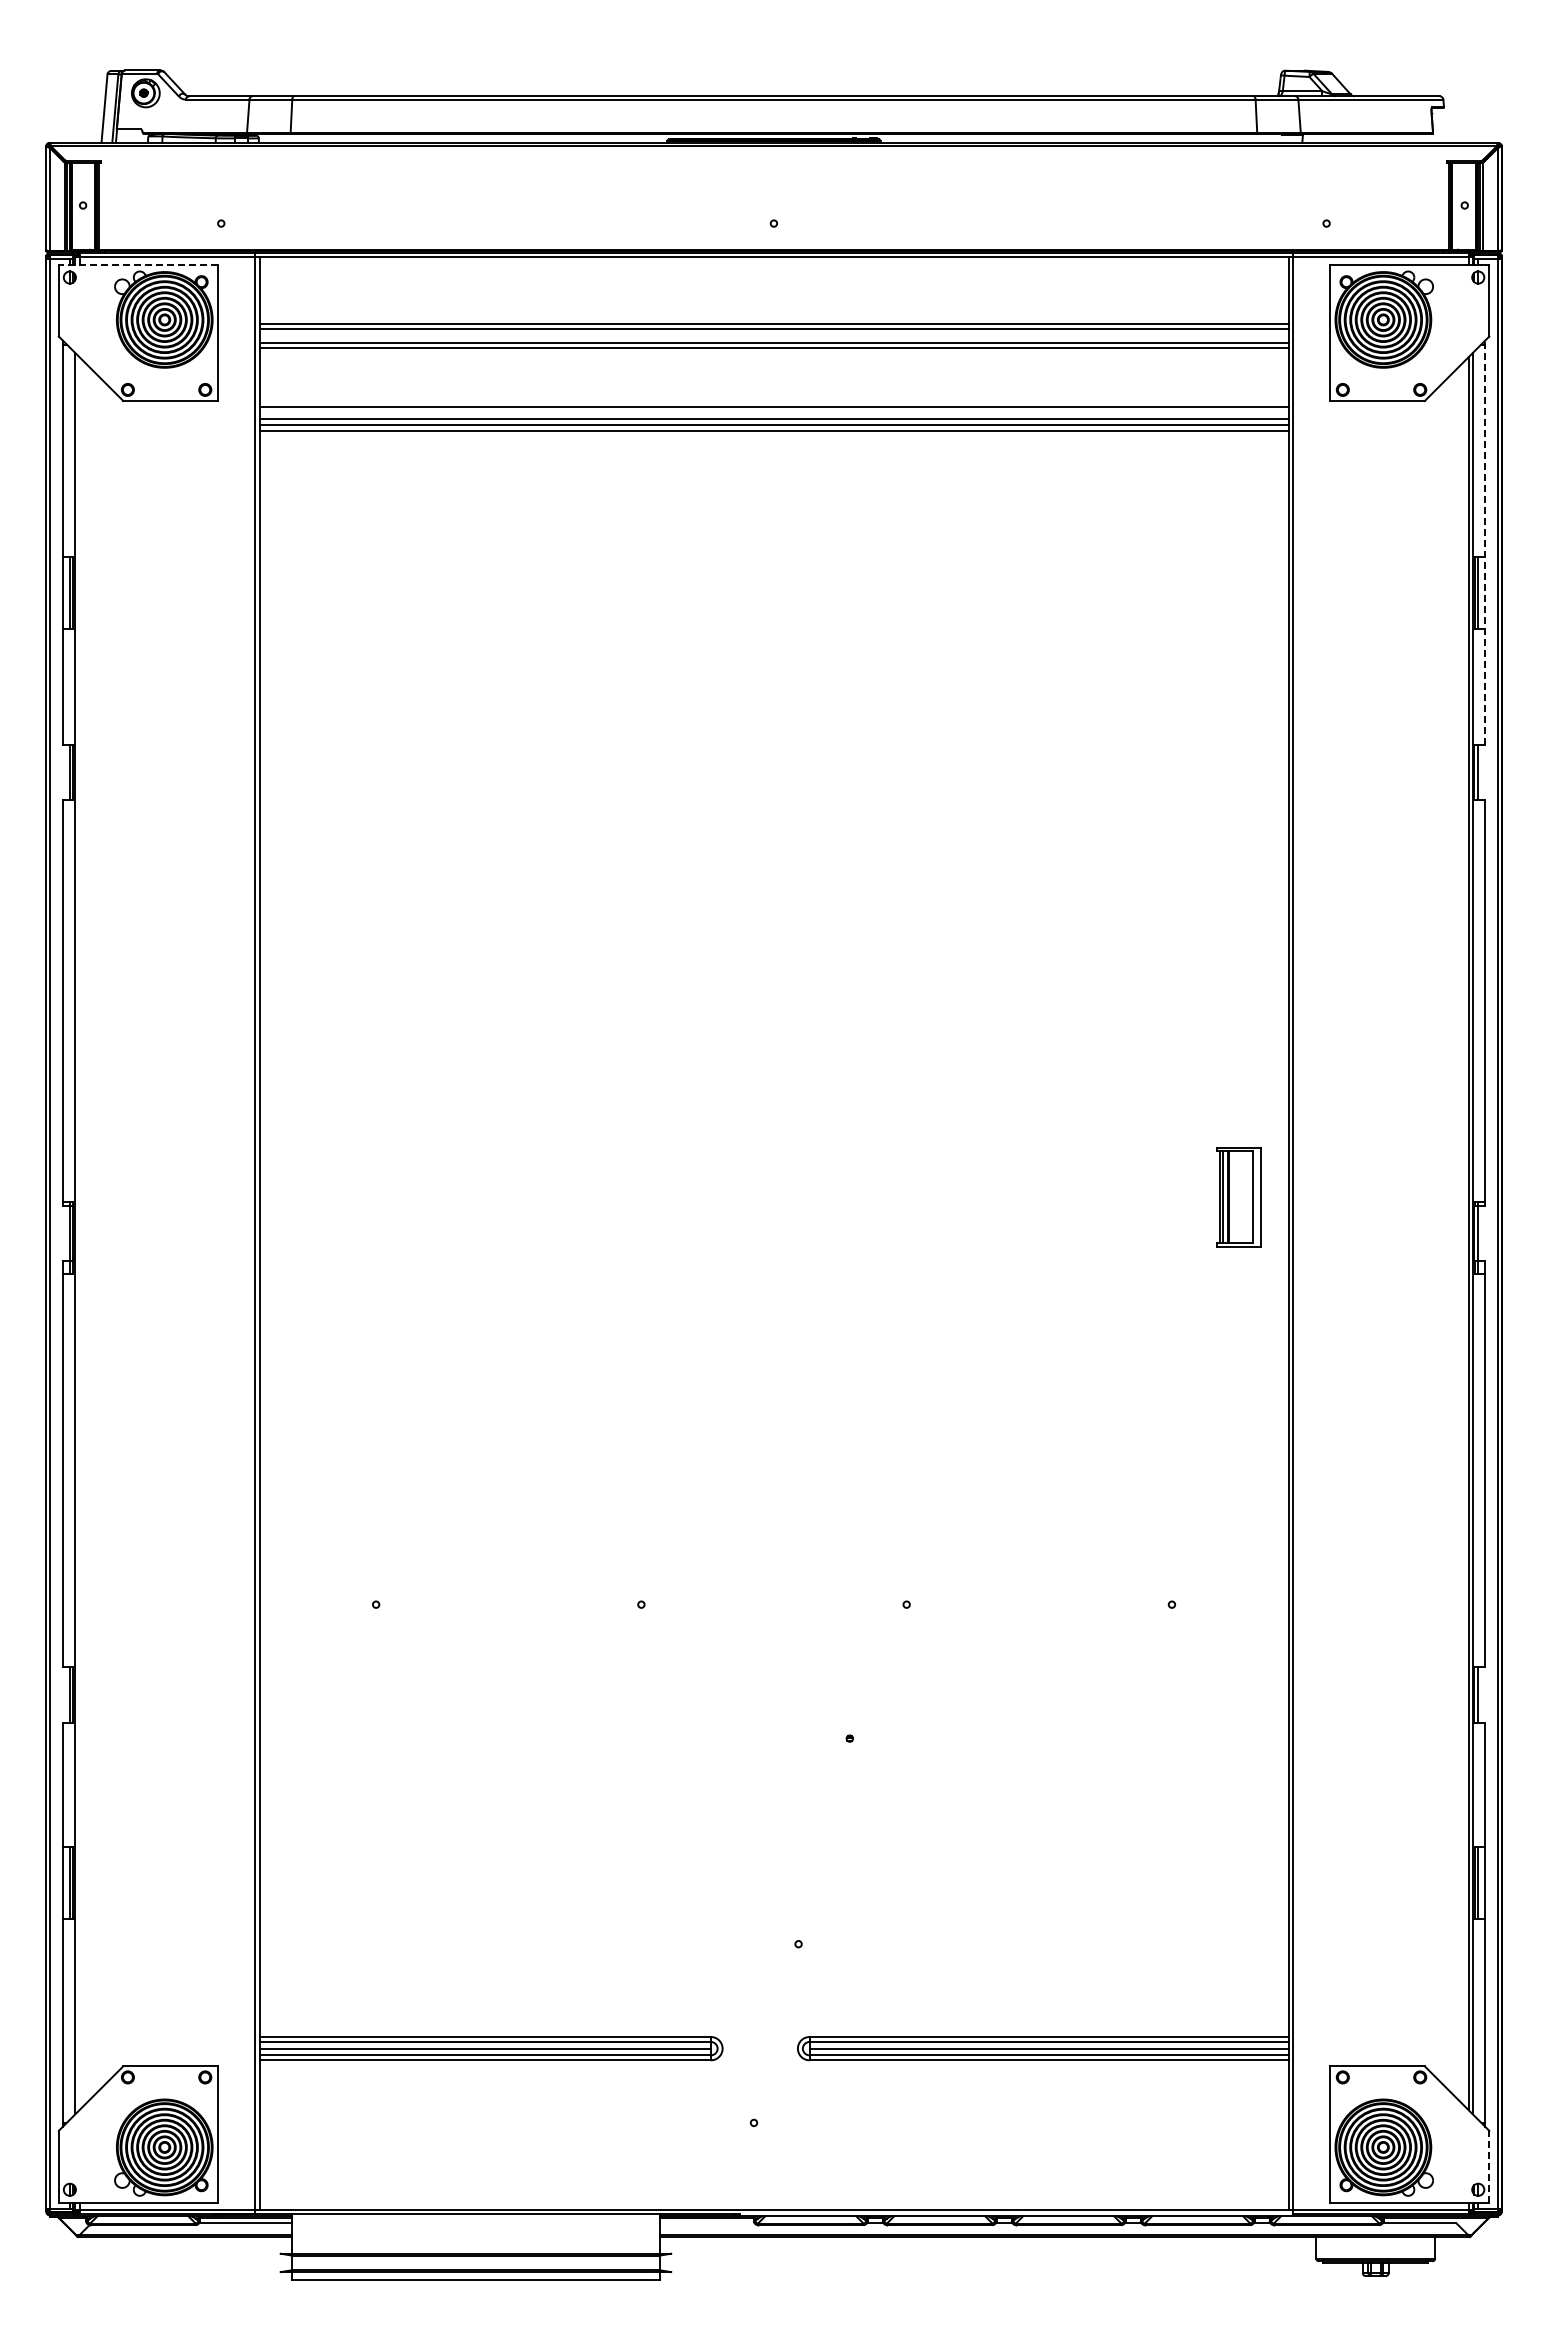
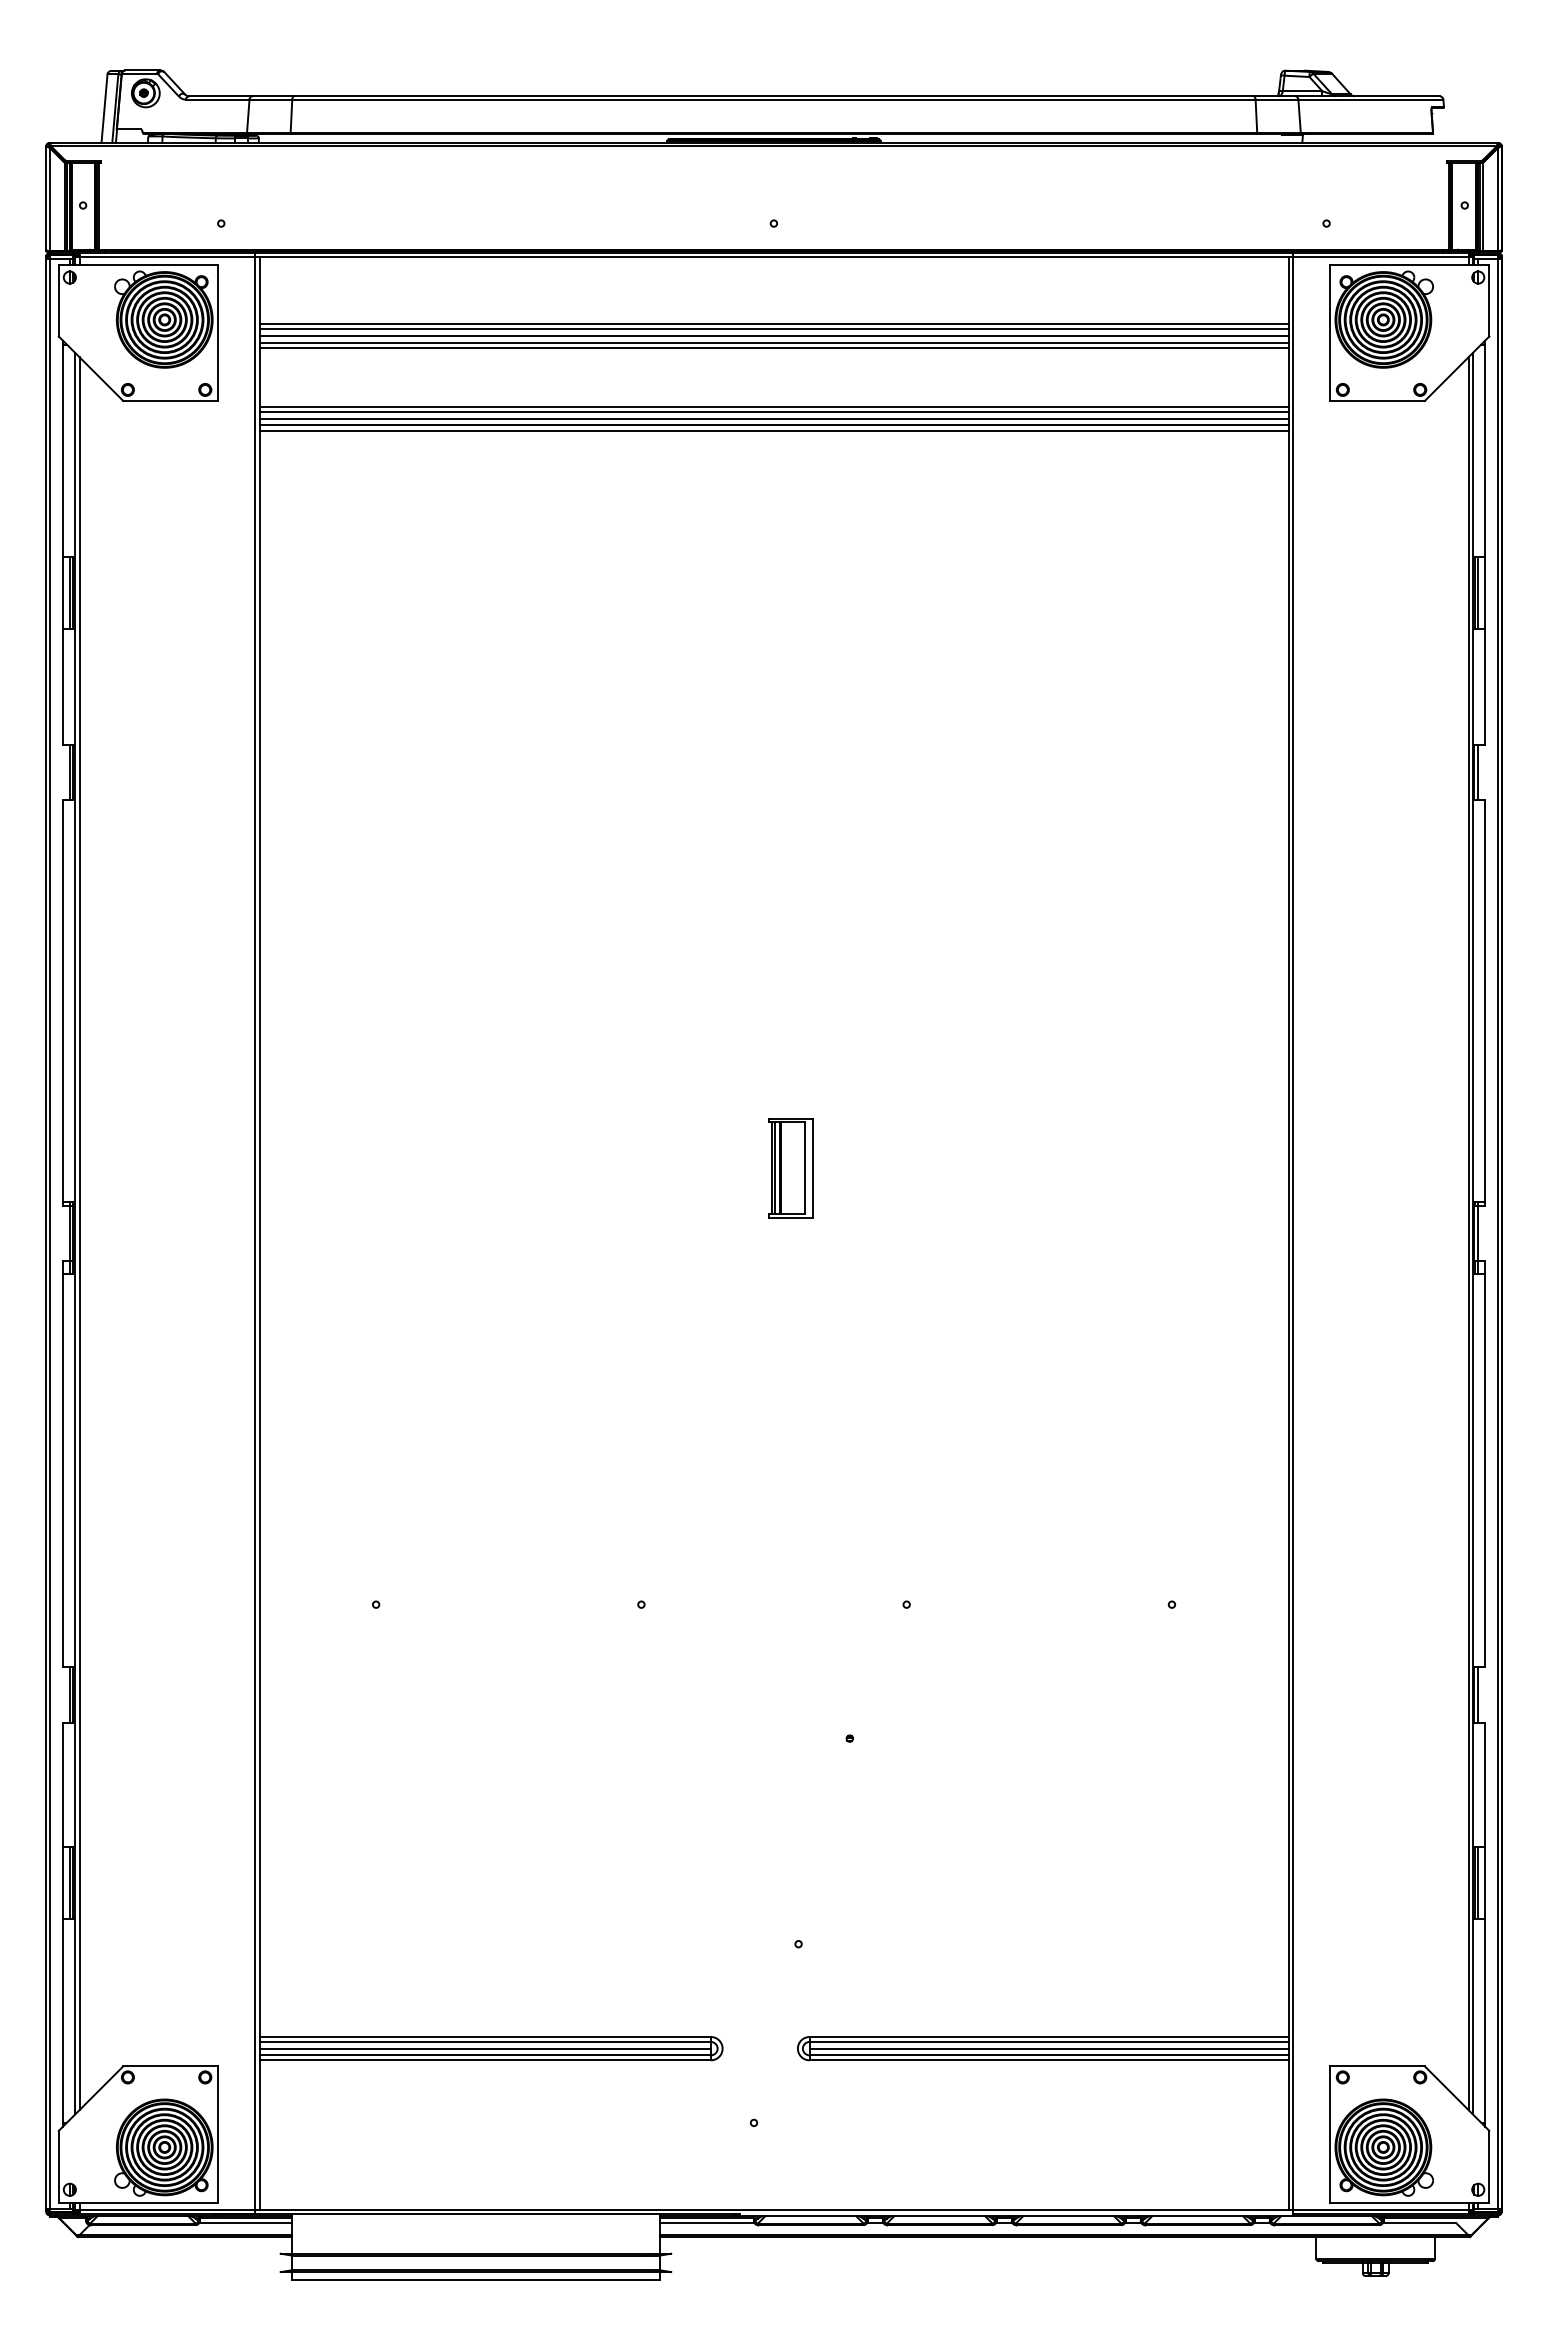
line at (138, 264): dashed -> solid
line at (773, 335): none -> present
line at (773, 412): none -> present
line at (1485, 542): dashed -> solid
part at (1238, 1197) position: (1238, 1197) -> (790, 1168)
line at (79, 1233): none -> present
line at (1489, 2166): dashed -> solid
line at (707, 2223): none -> present
